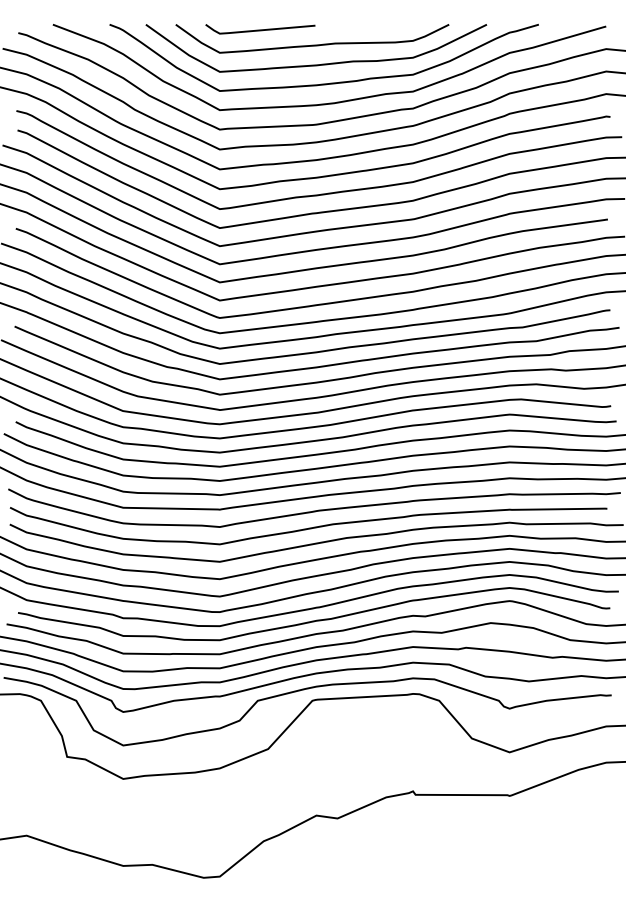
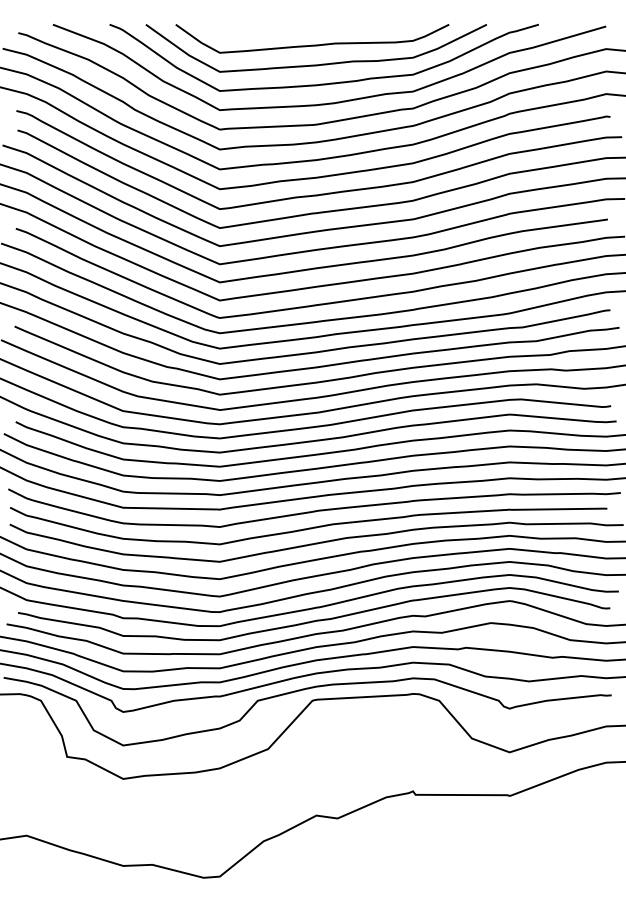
line at (260, 29): present -> none
